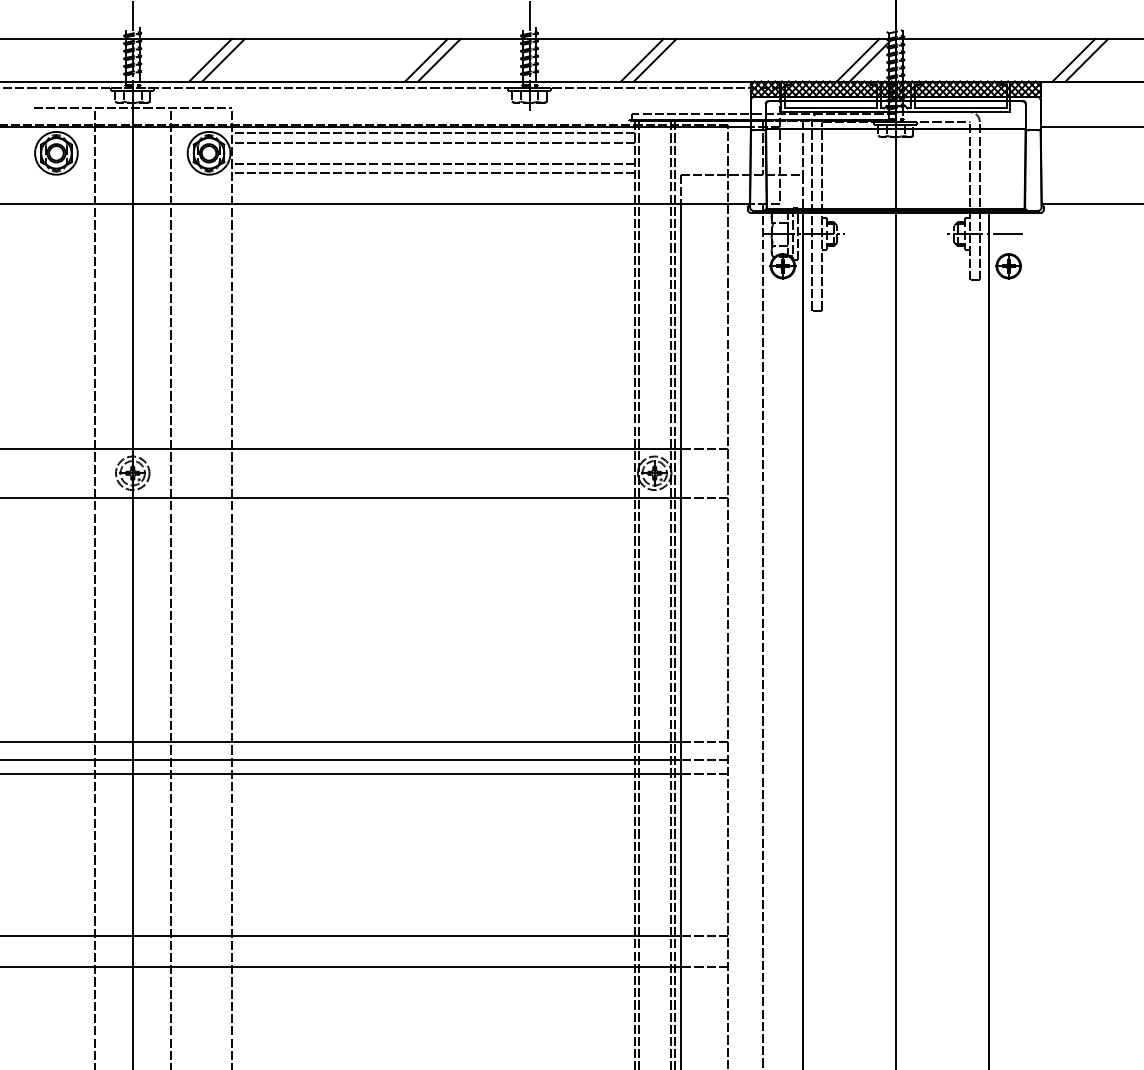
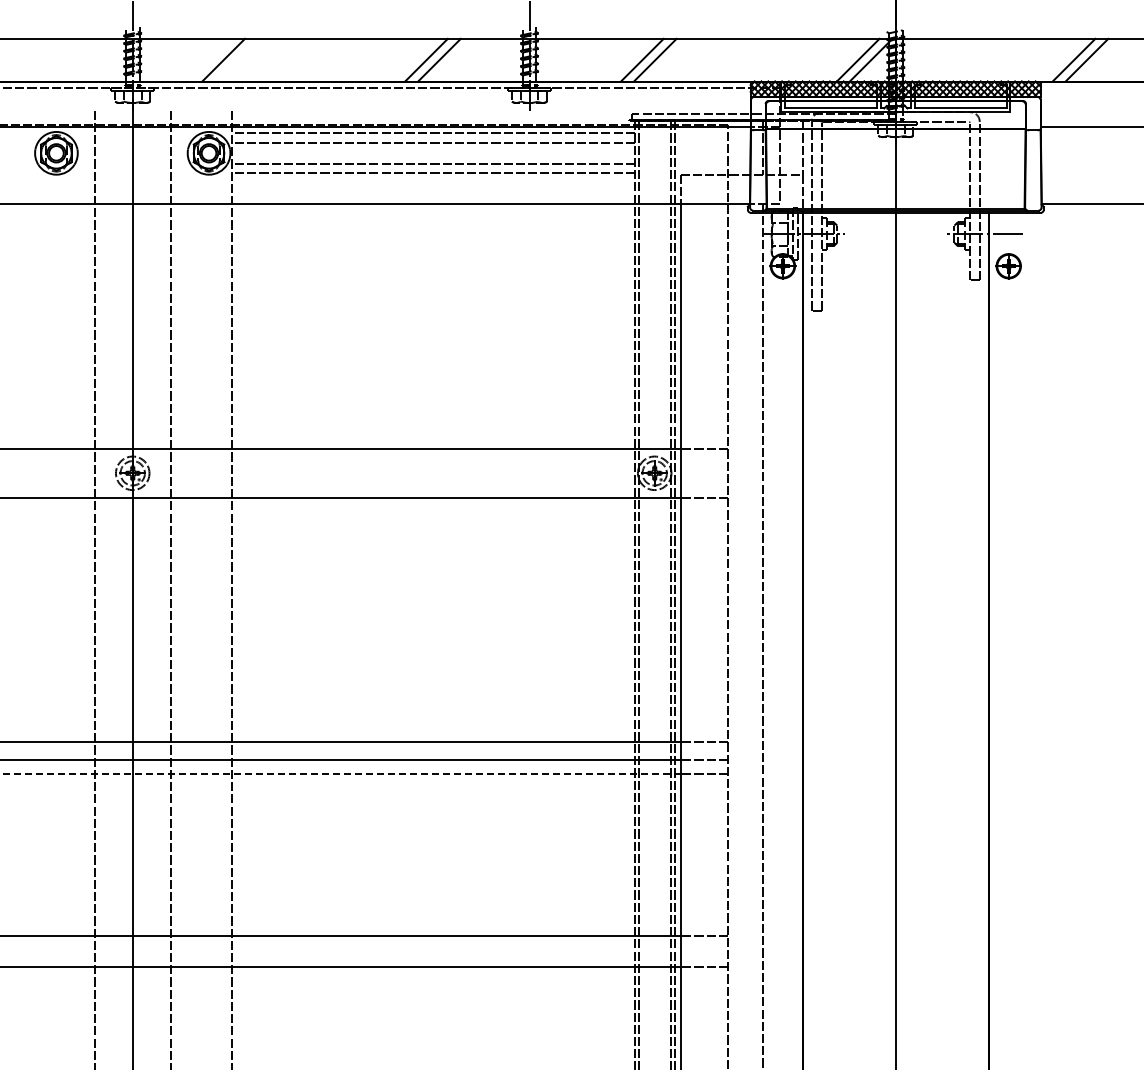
line at (210, 59): present -> none
line at (132, 107): present -> none
line at (340, 773): solid -> dashed
